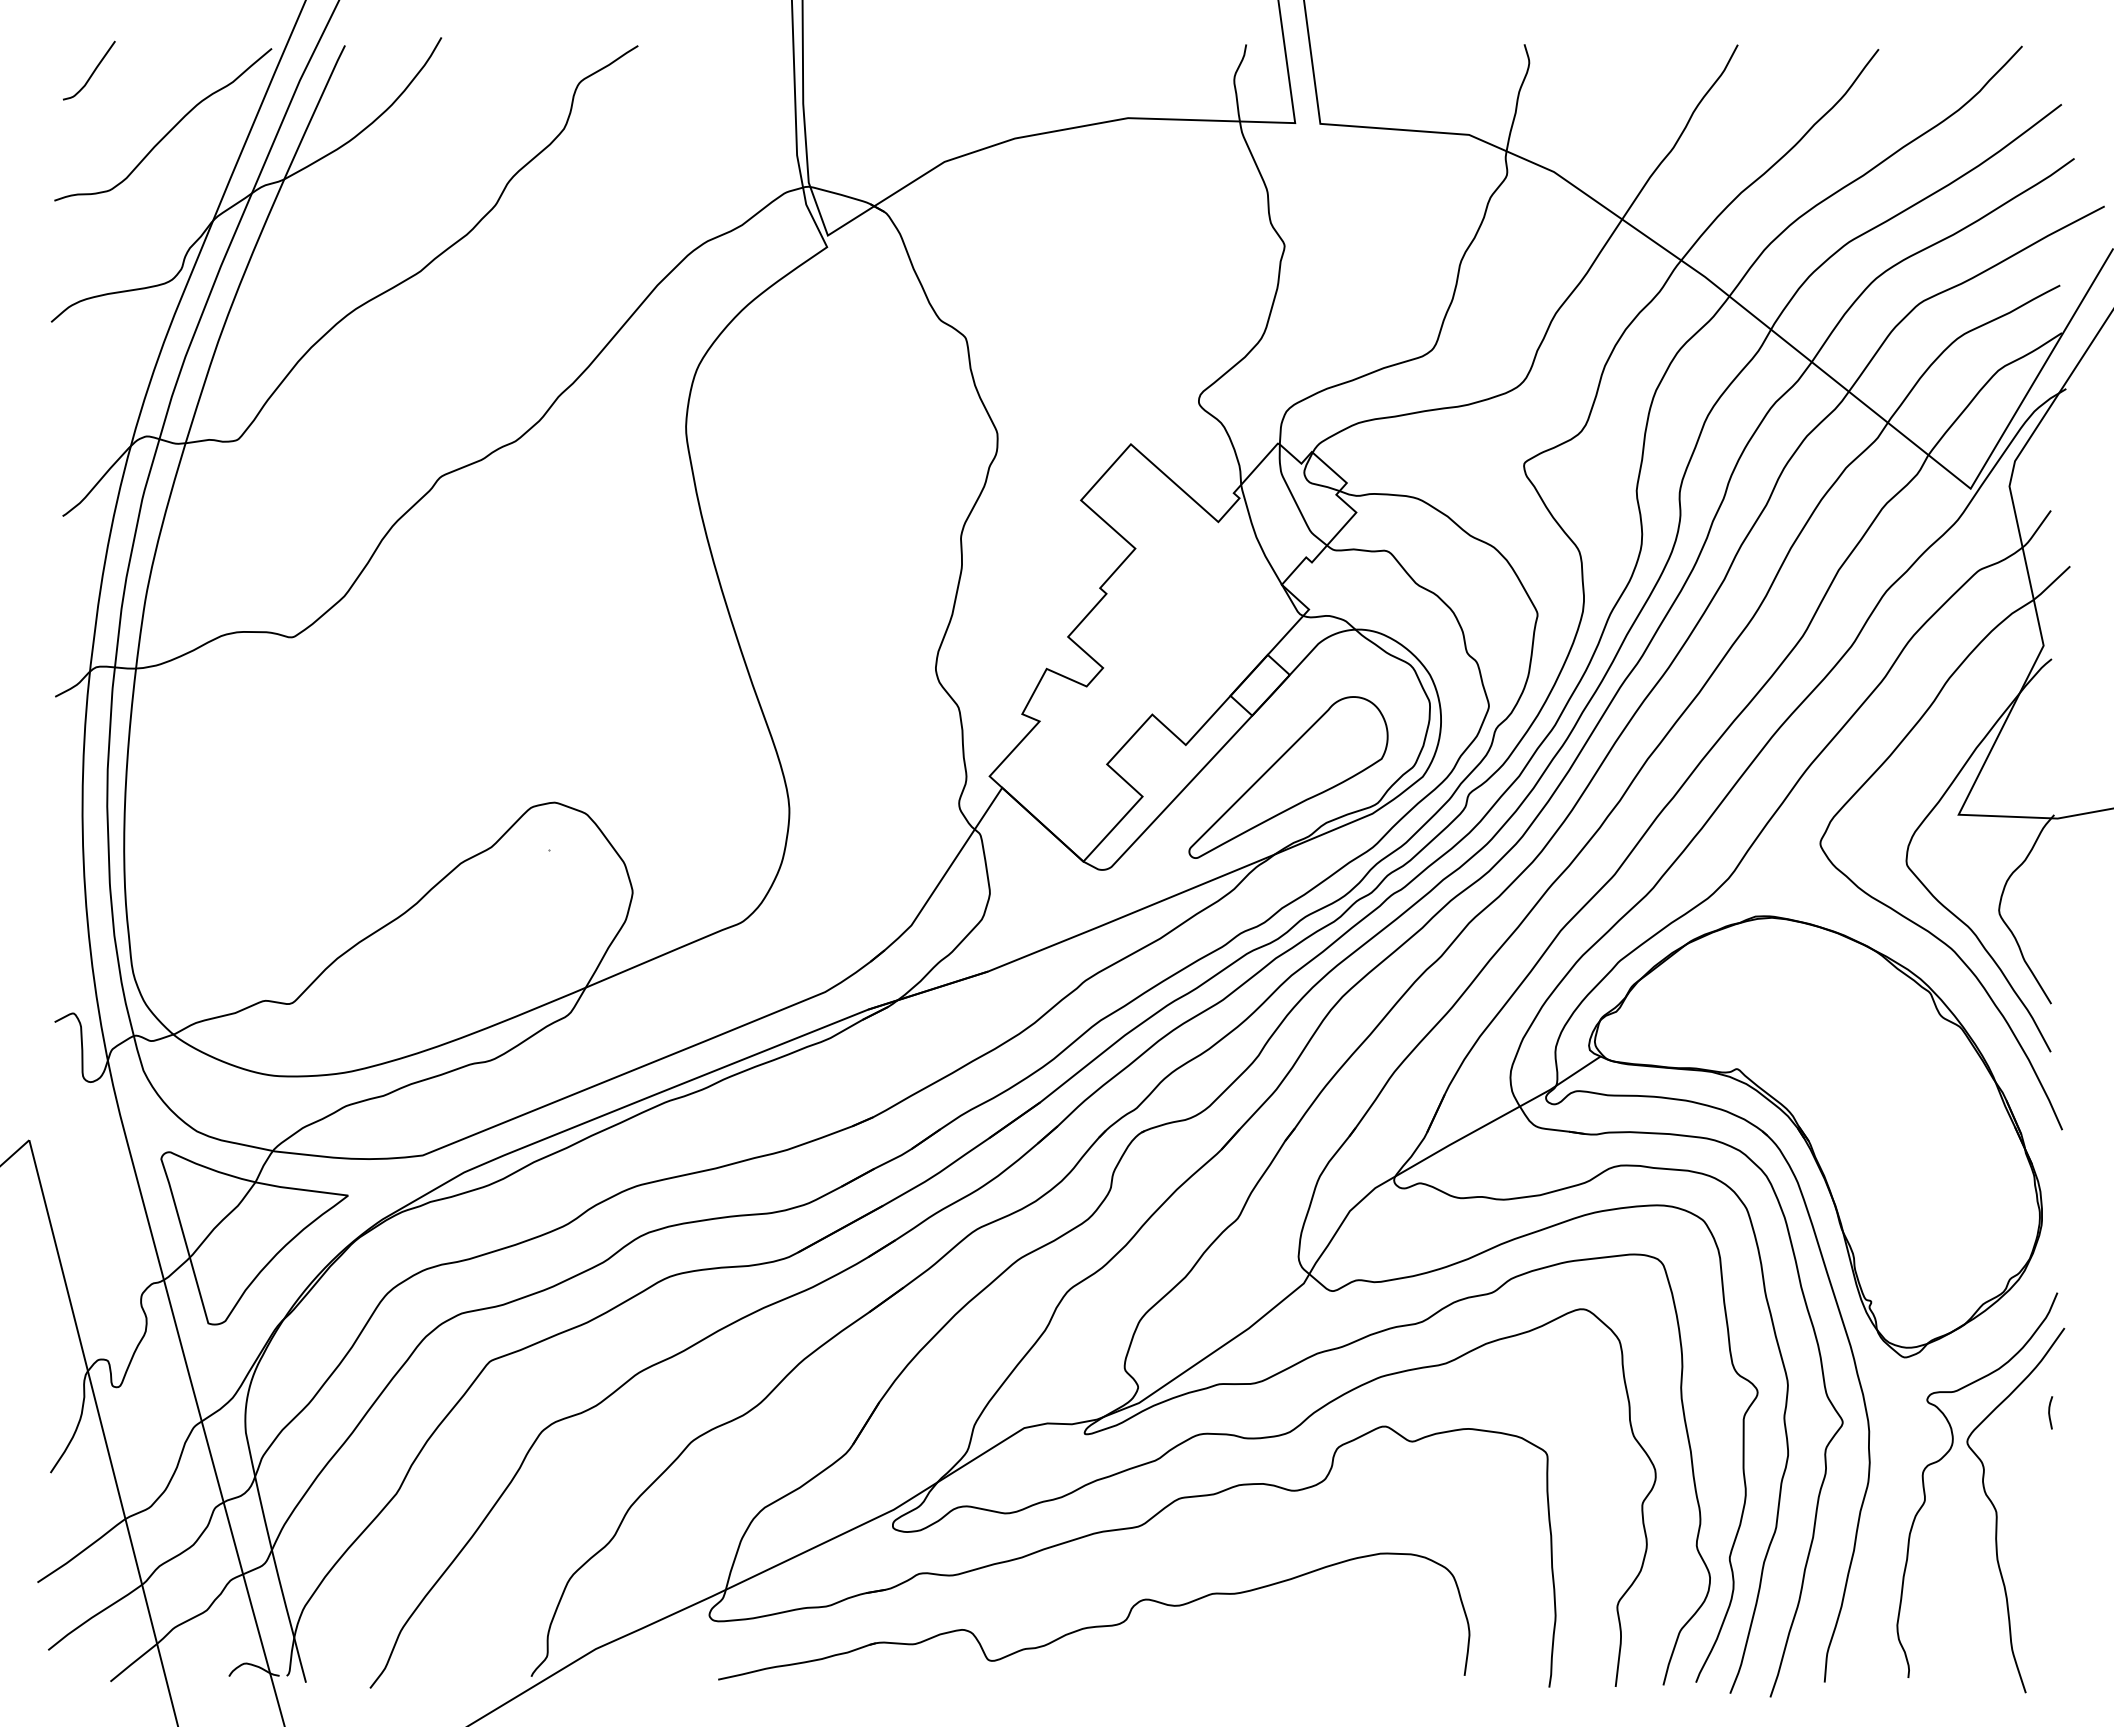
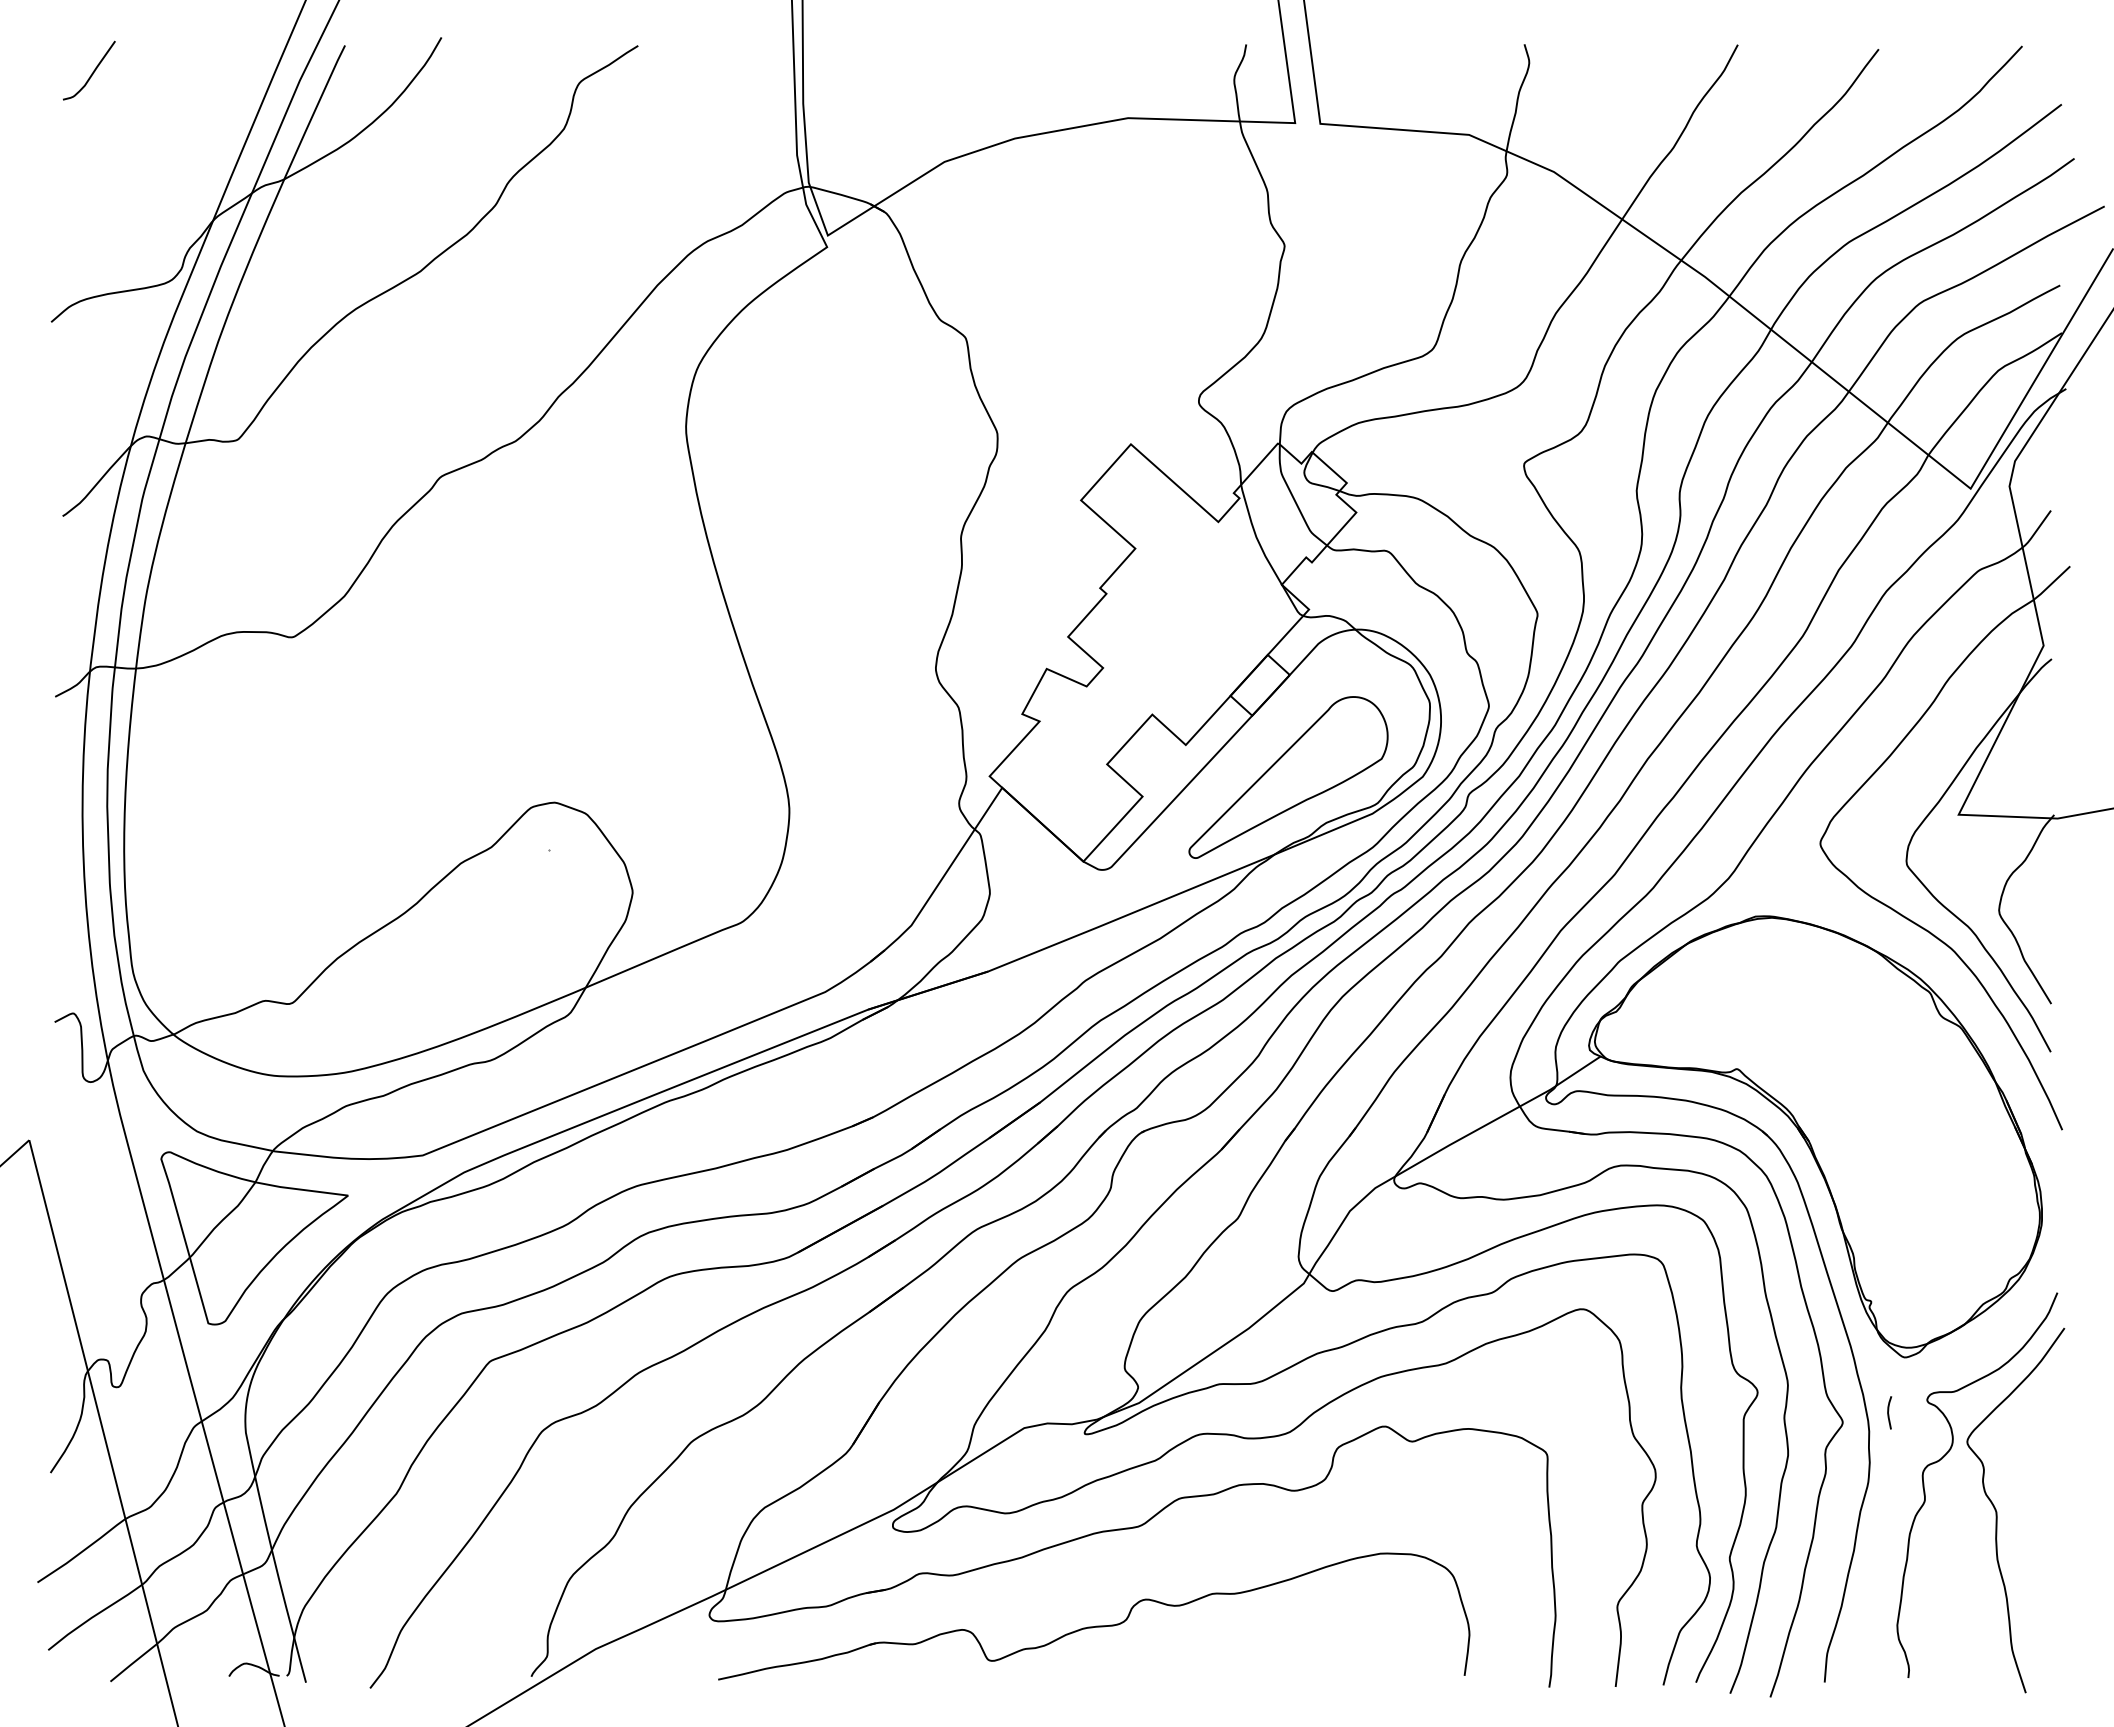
curve at (169, 130): present -> none
curve at (2049, 1412) position: (2049, 1412) -> (1888, 1412)
